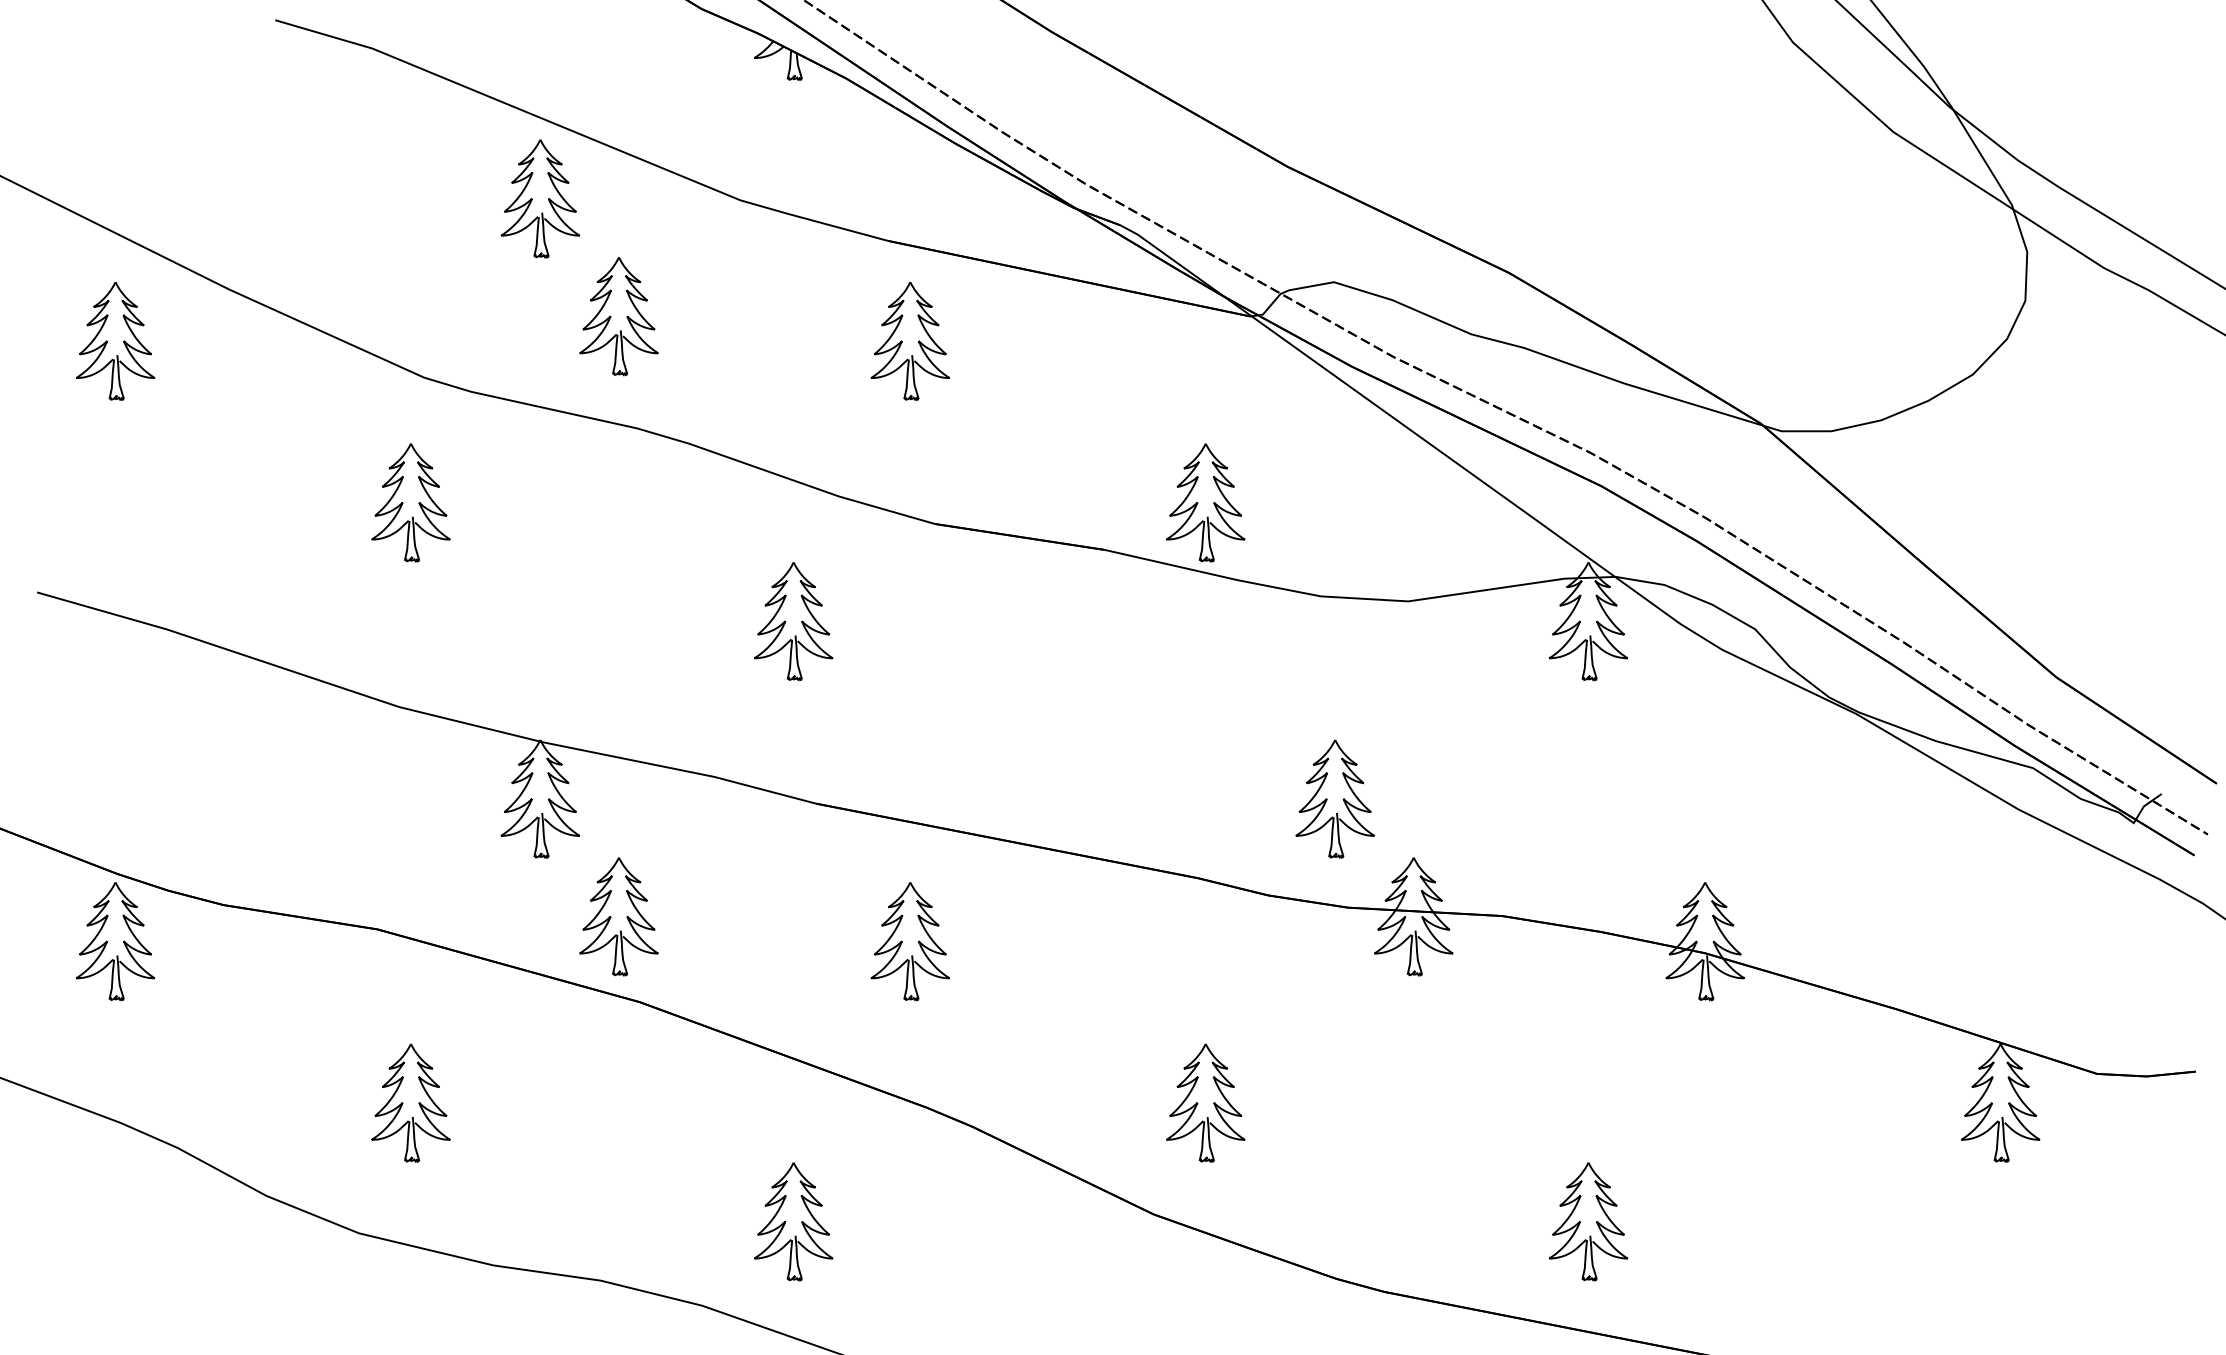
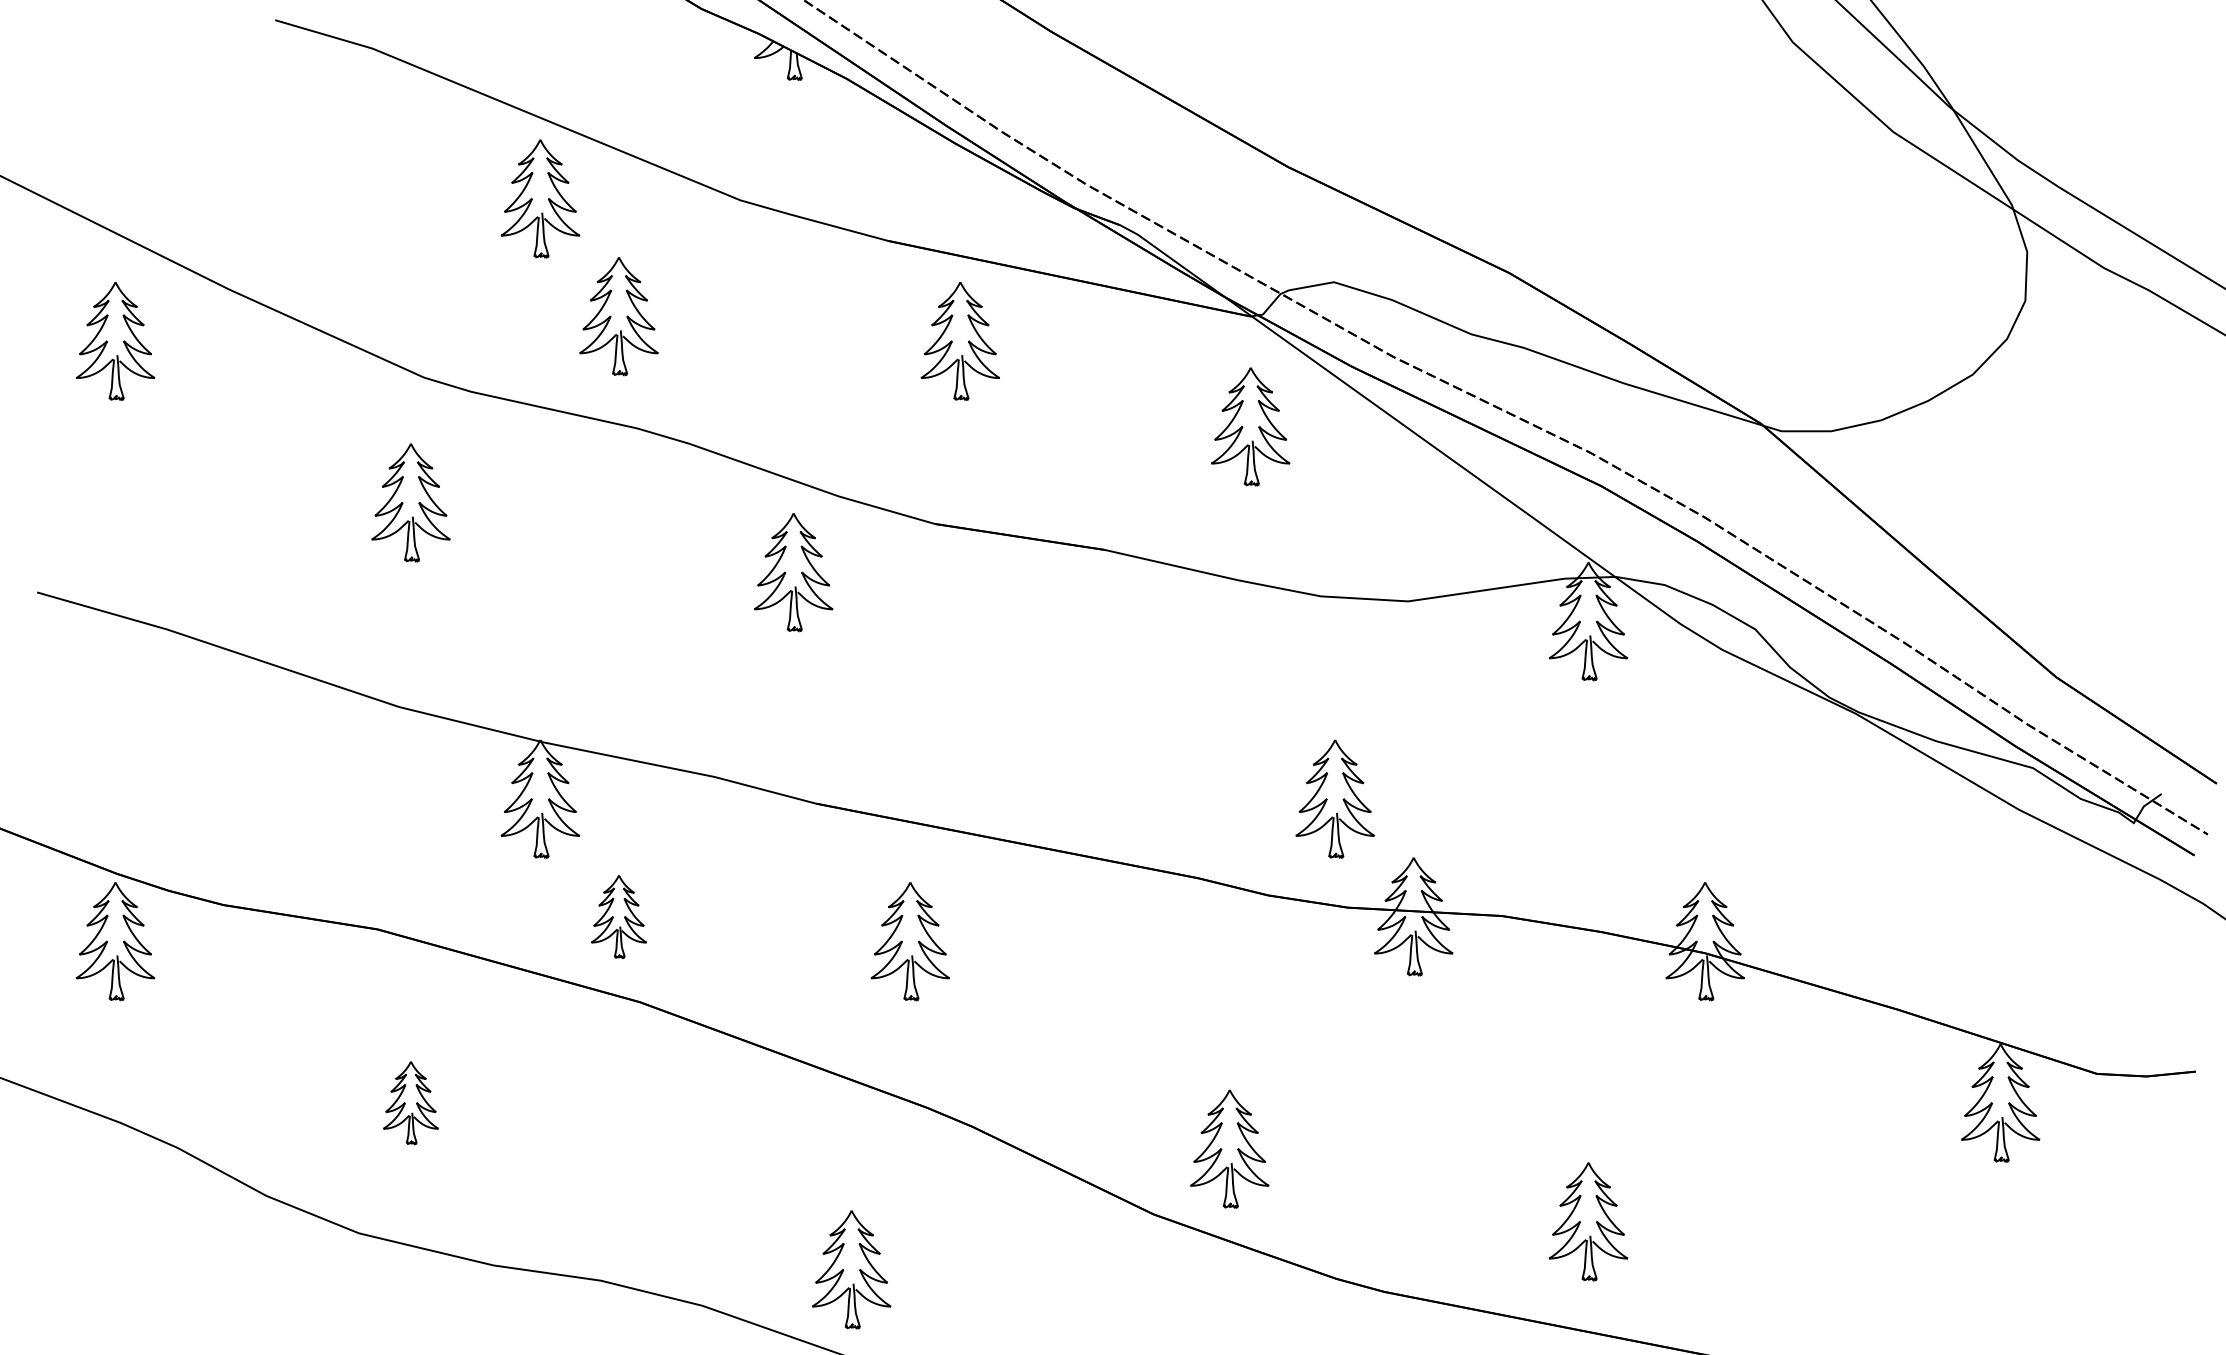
part at (909, 341) position: (909, 341) -> (959, 341)
part at (1205, 502) position: (1205, 502) -> (1250, 426)
part at (793, 621) position: (793, 621) -> (793, 572)
part at (618, 916) size: 80x120 px -> 56x84 px
part at (410, 1102) size: 80x120 px -> 56x85 px
part at (1205, 1102) position: (1205, 1102) -> (1229, 1148)
part at (793, 1221) position: (793, 1221) -> (851, 1269)
